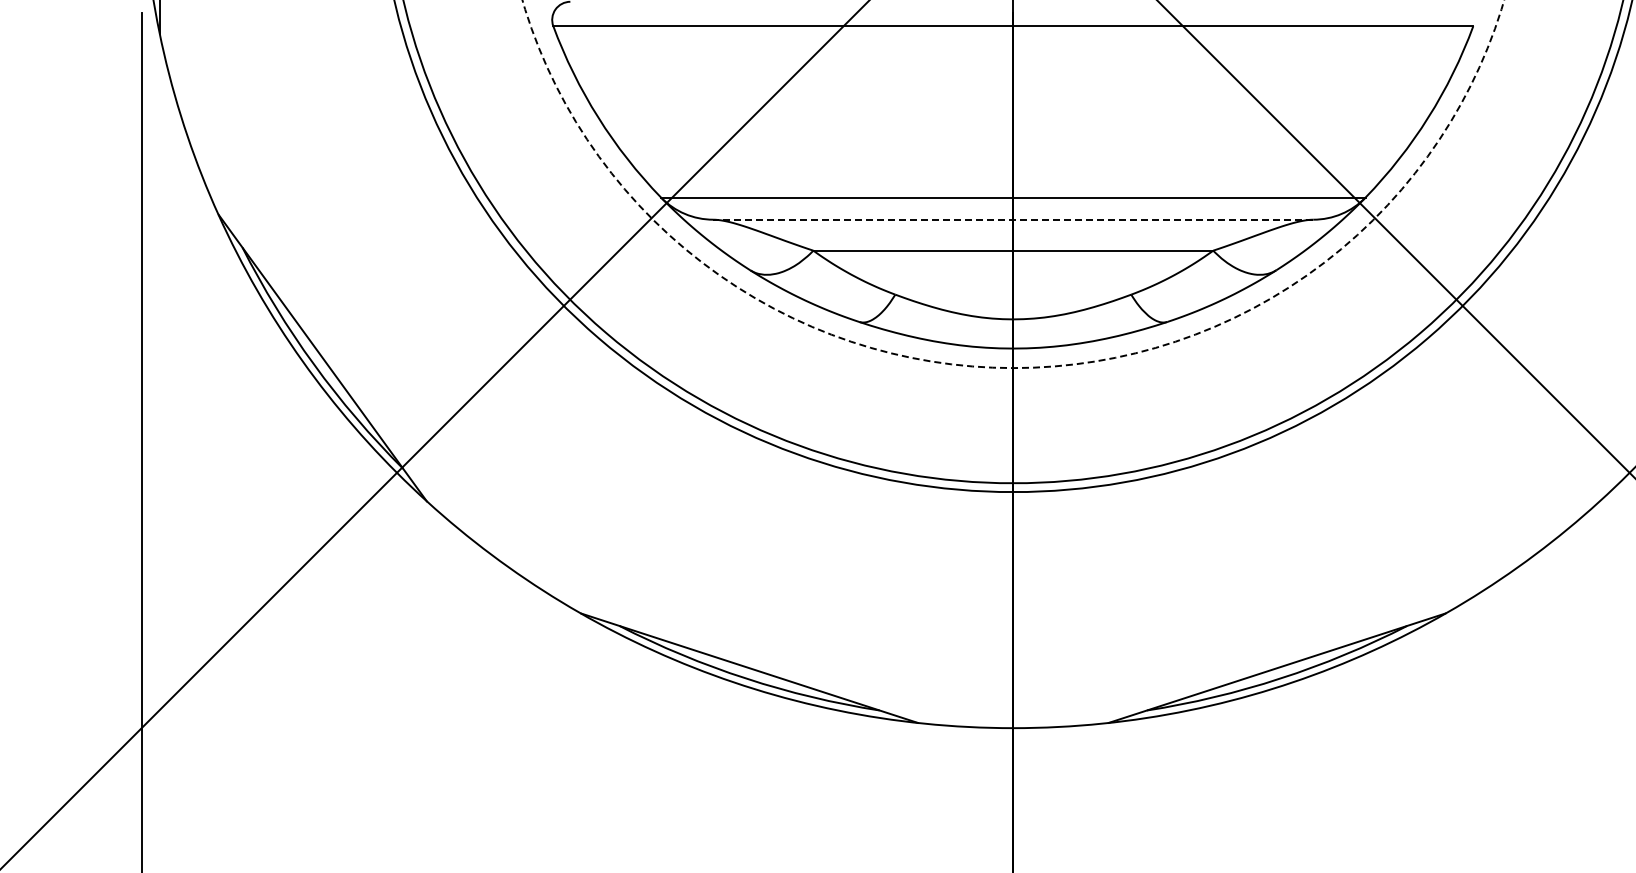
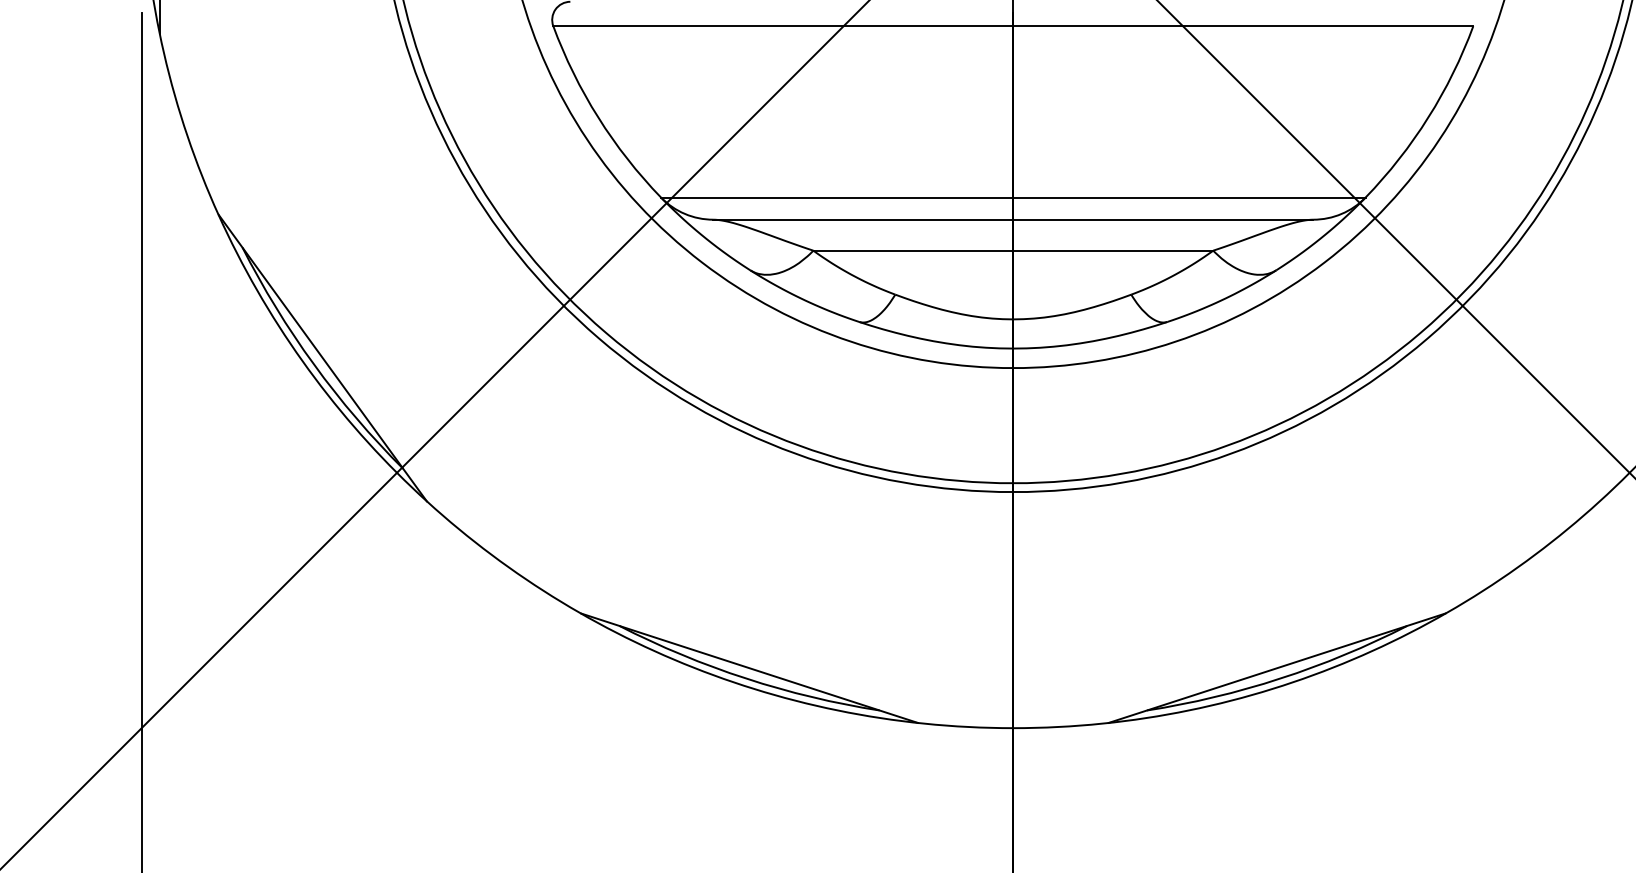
line at (1012, 219): dashed -> solid
arc at (1013, 368): dashed -> solid
